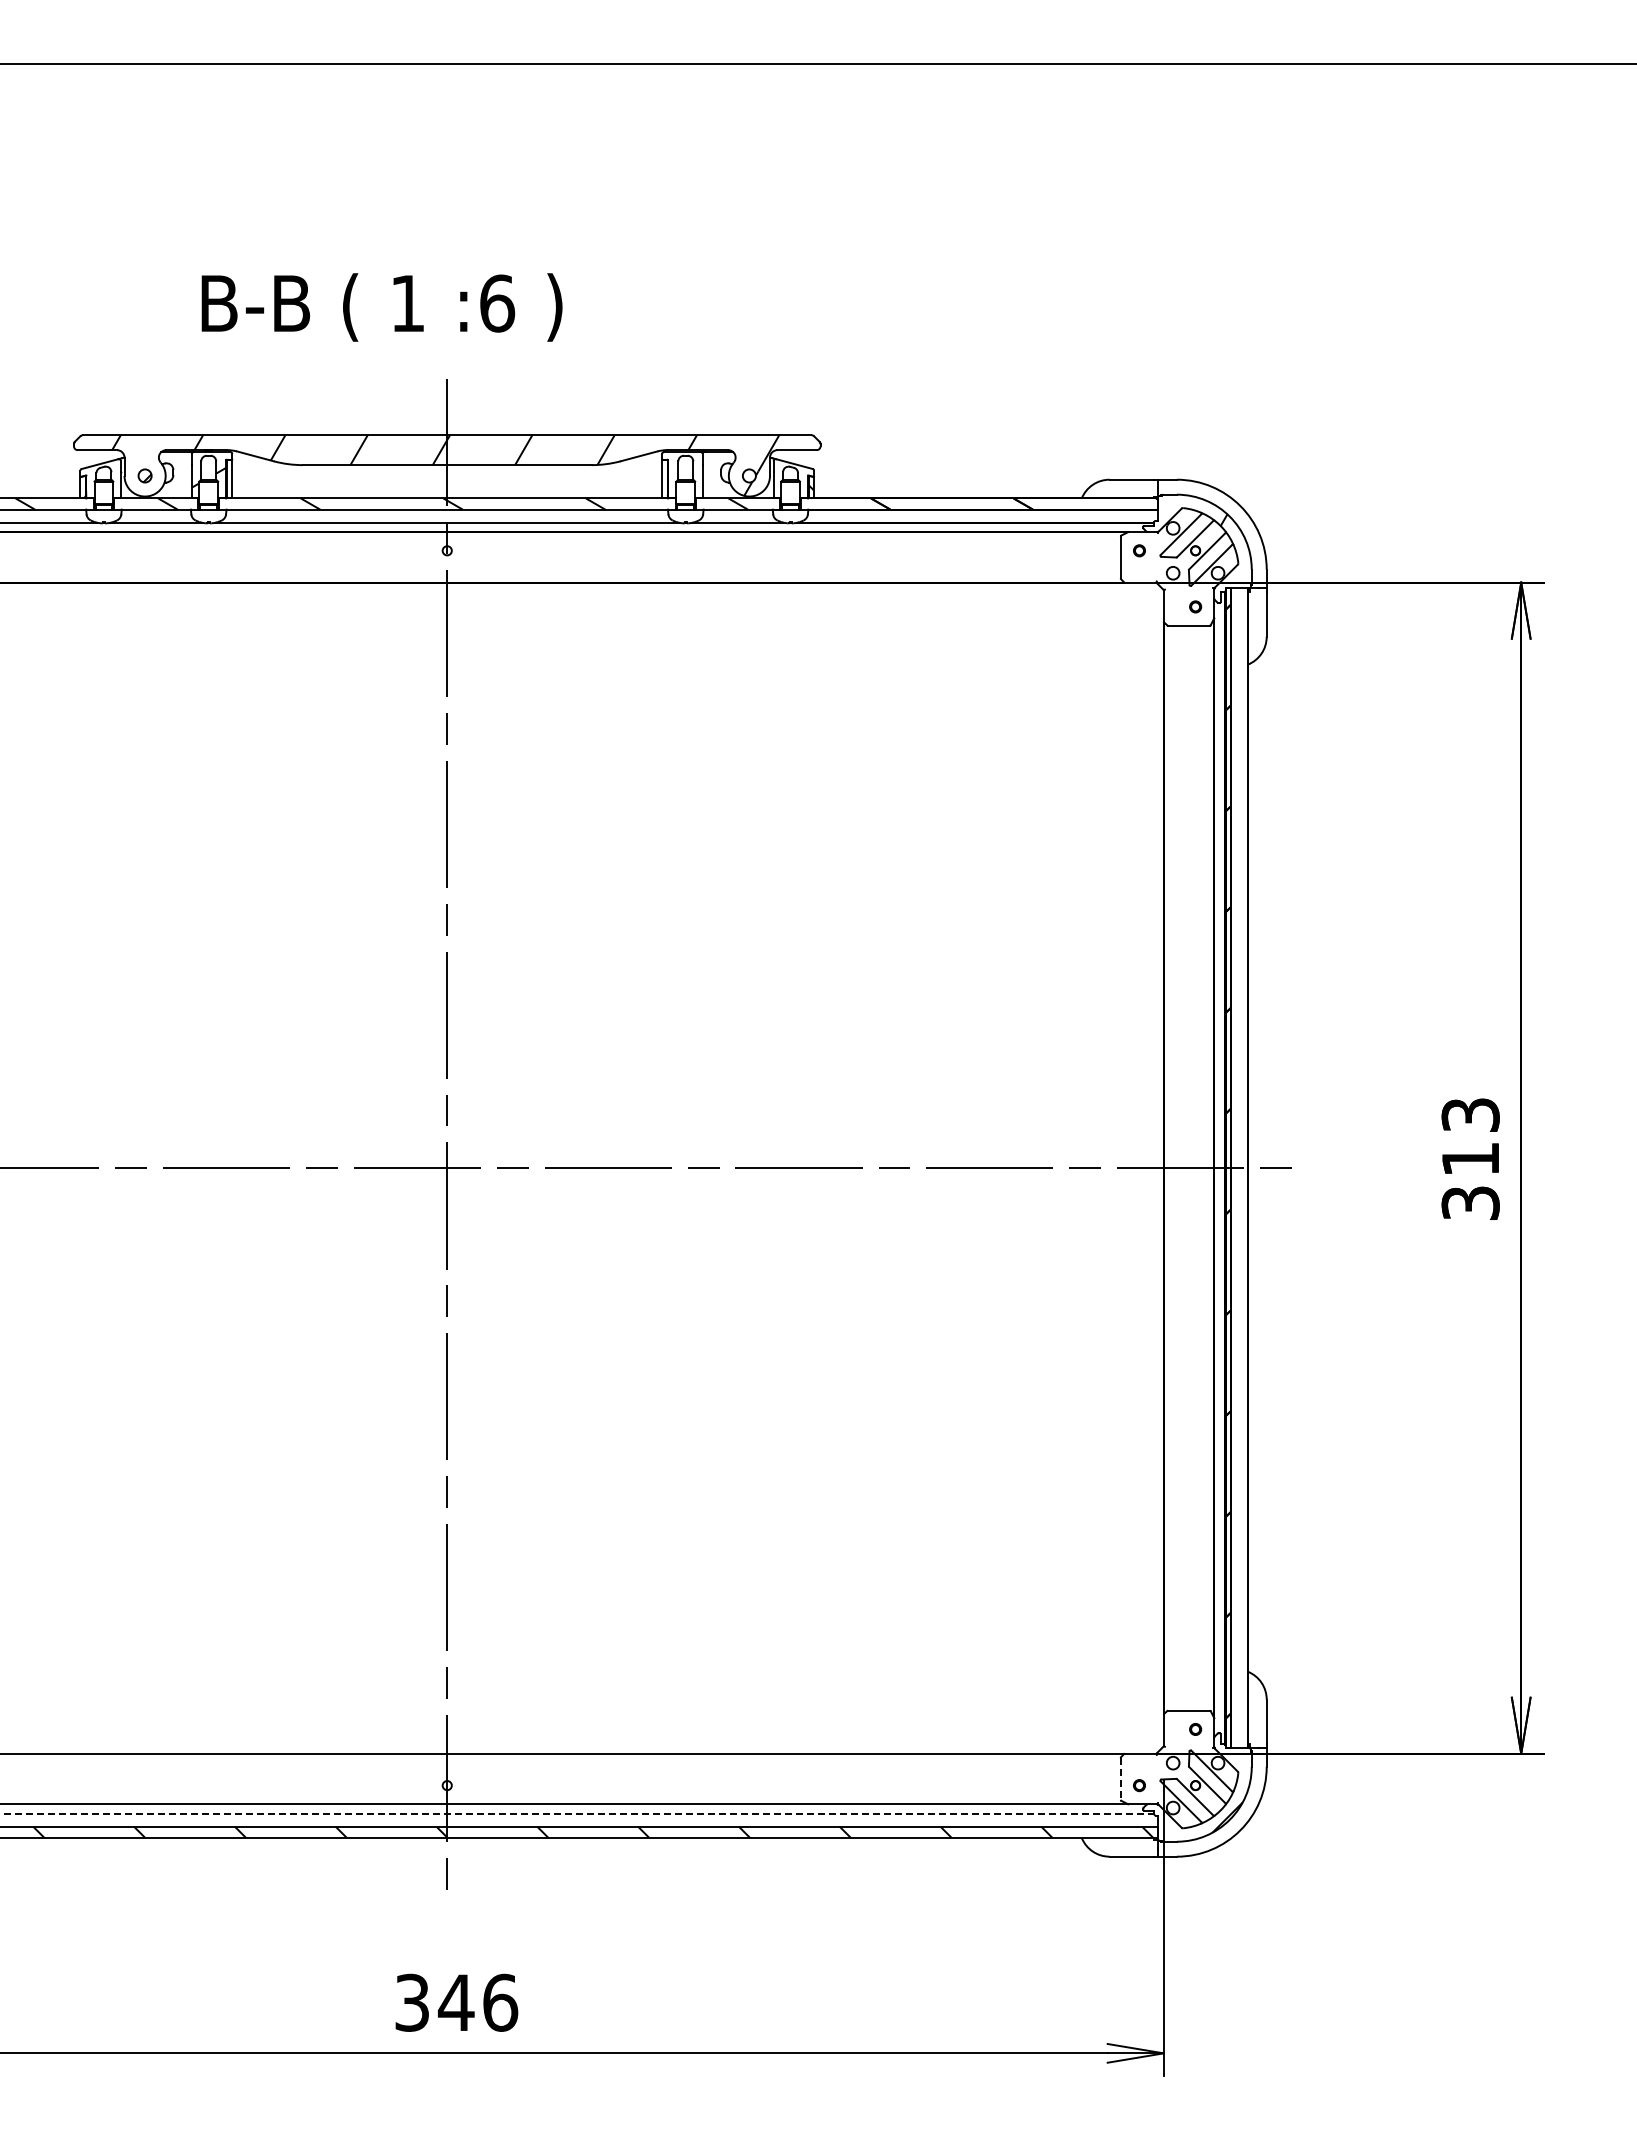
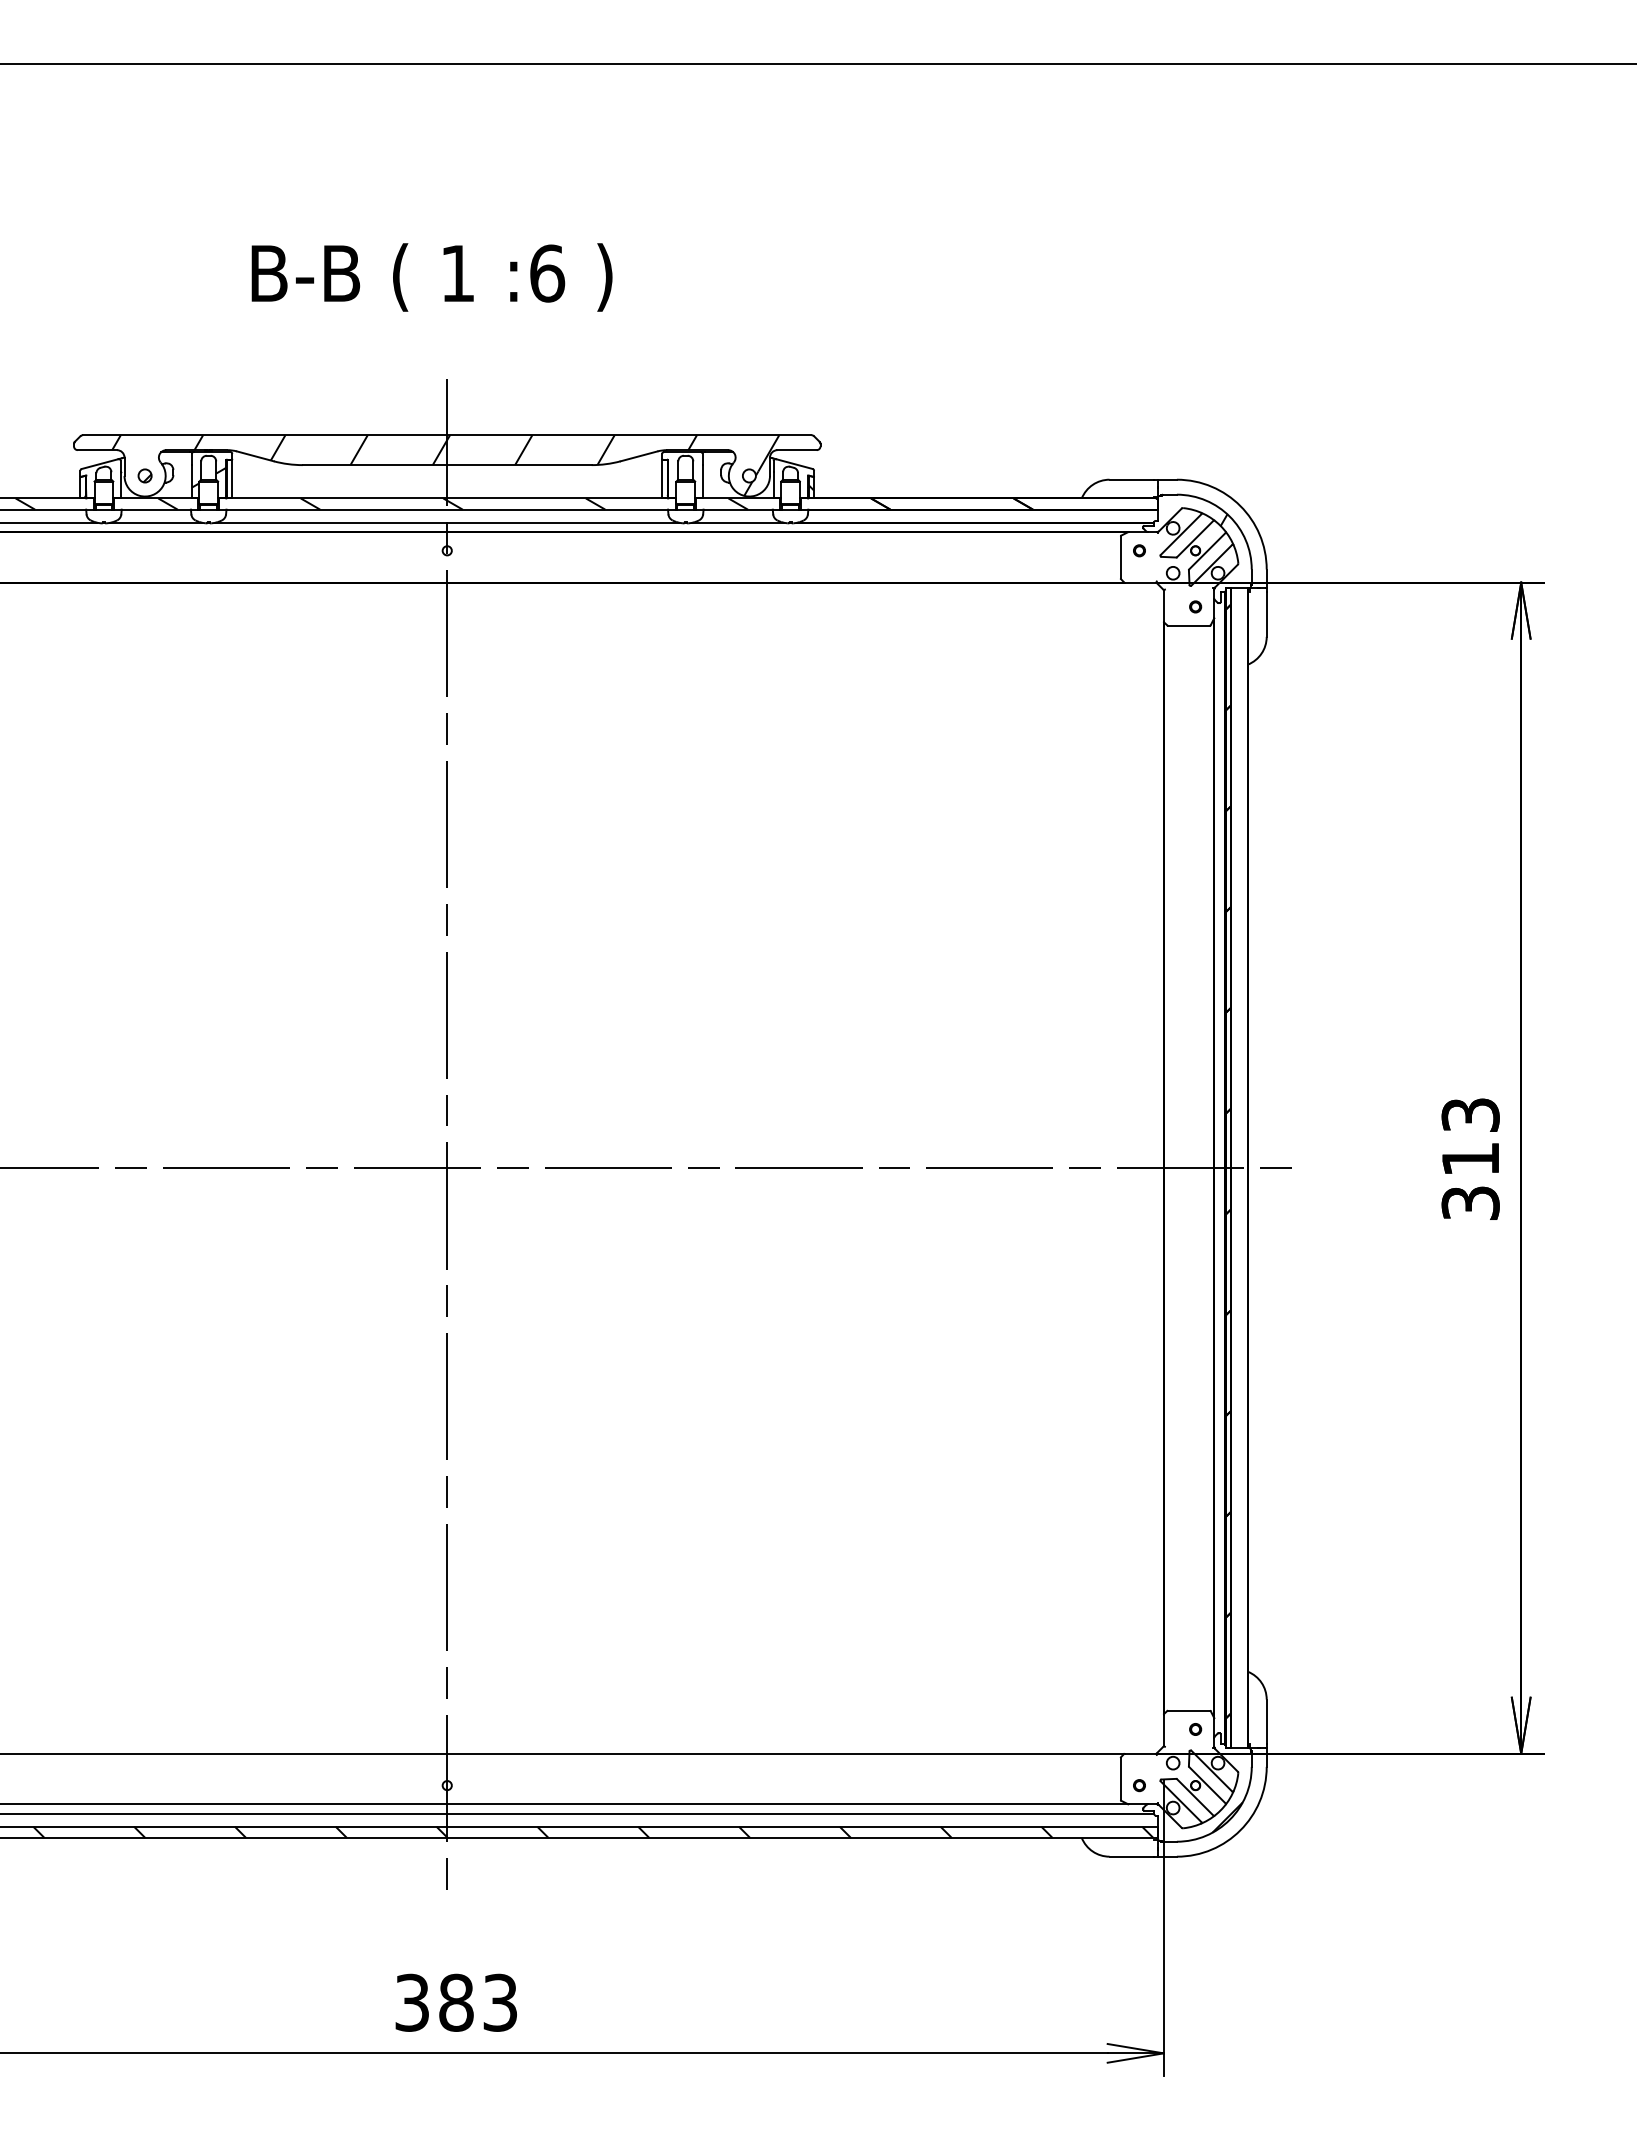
text at (381, 307) position: (381, 307) -> (431, 277)
line at (1120, 1778): dashed -> solid
line at (577, 1813): dashed -> solid
text at (477, 2002): 346 -> 383
